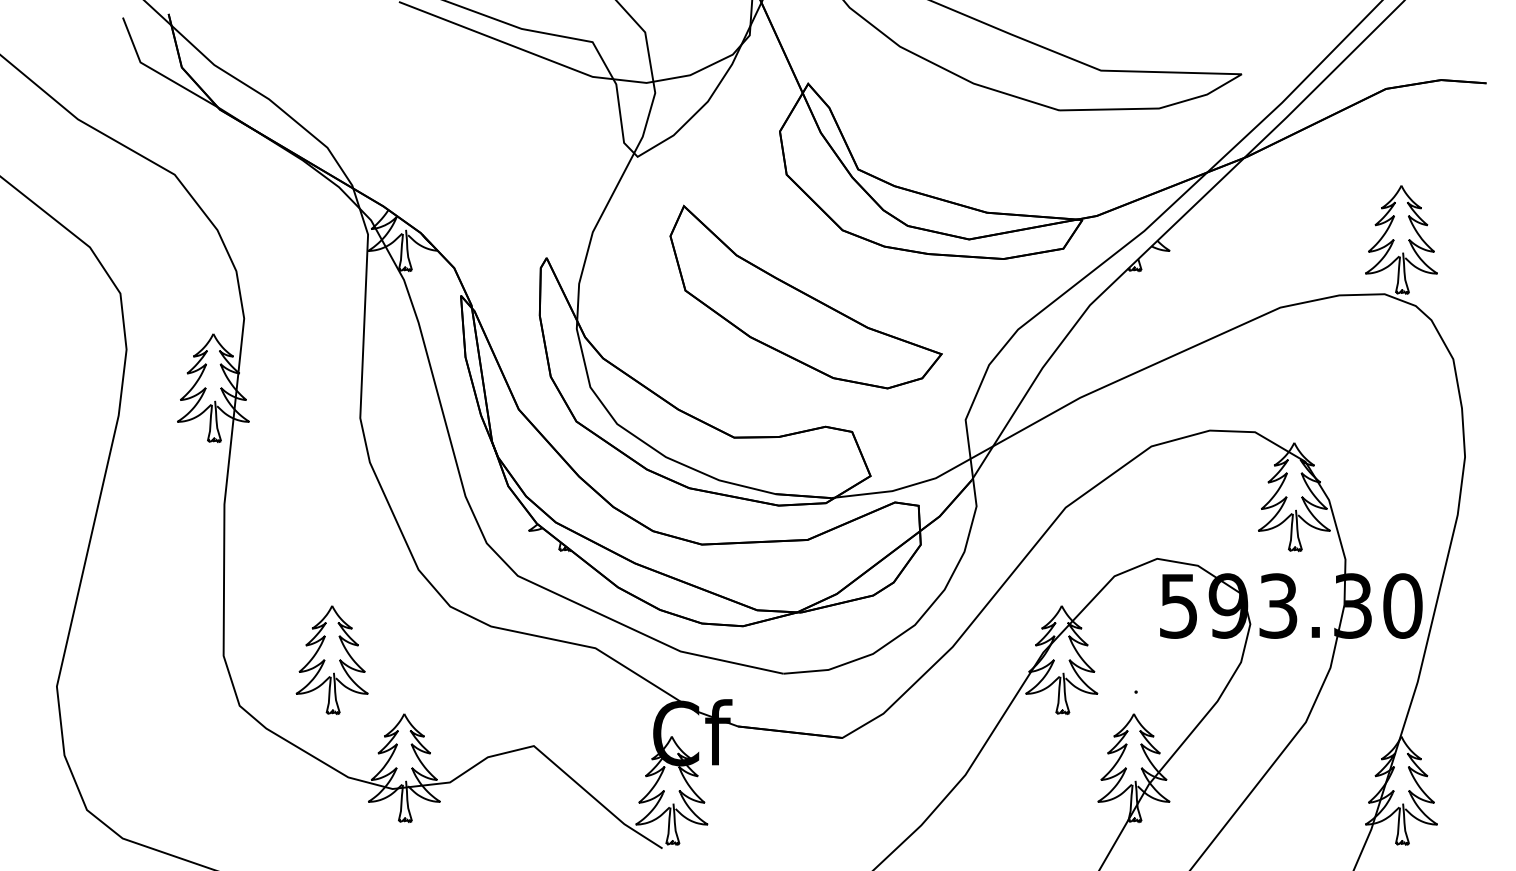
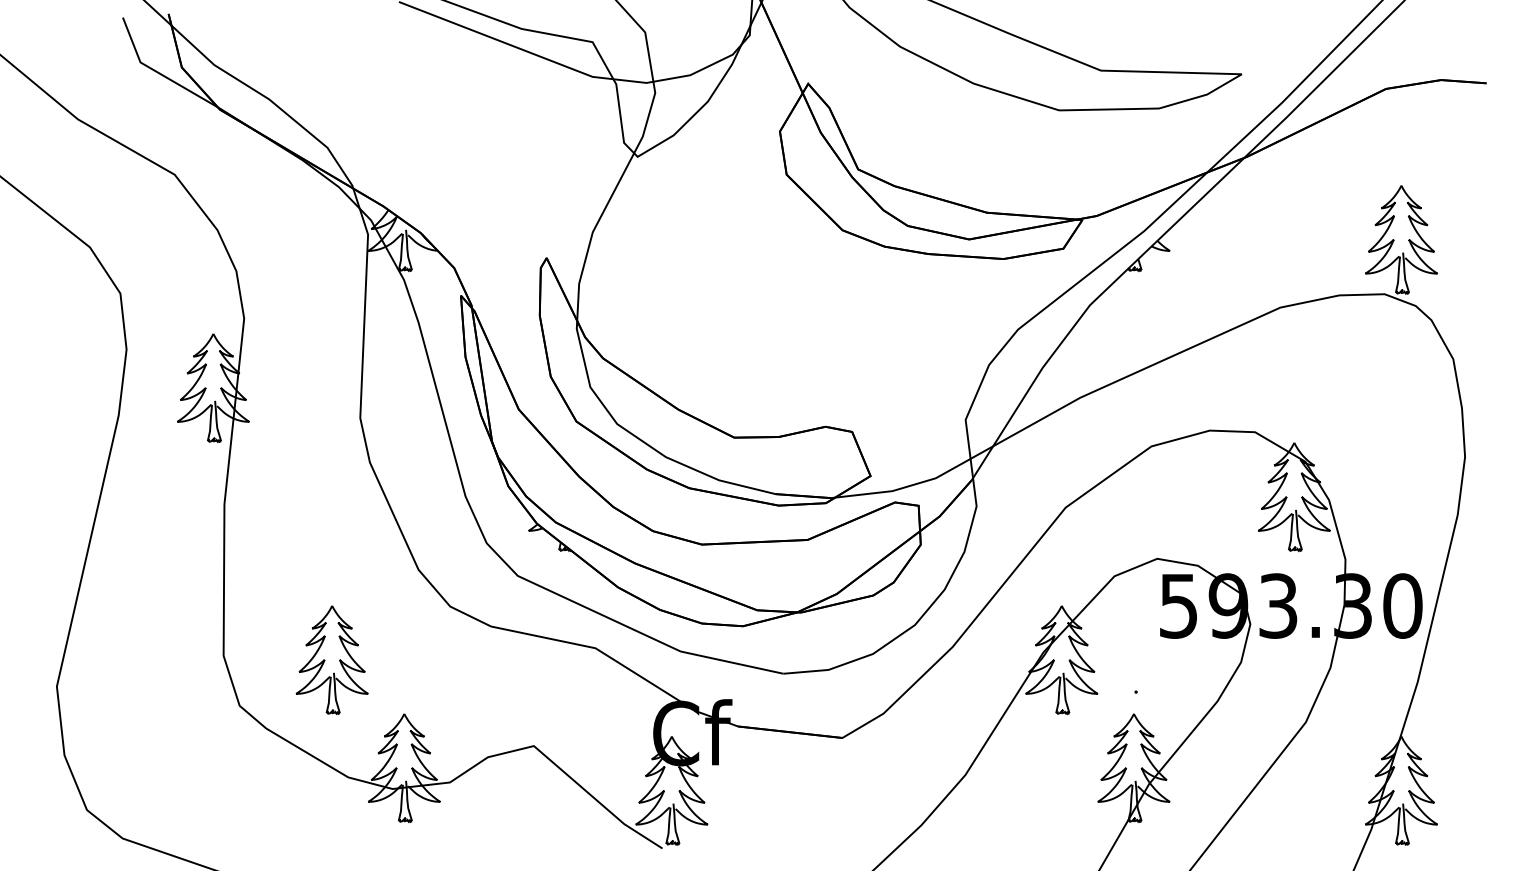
part at (805, 296): present -> none
